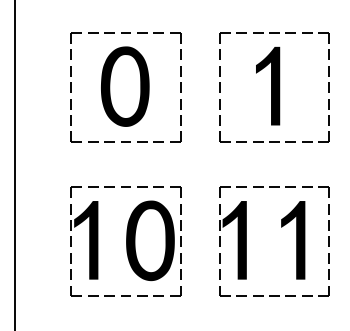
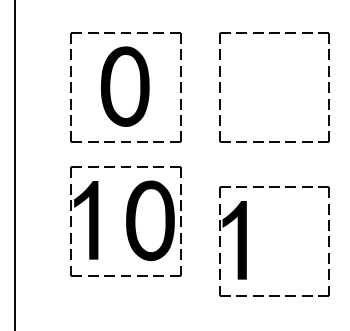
fill at (267, 85): present -> none
part at (293, 240): present -> none
part at (125, 241) position: (125, 241) -> (125, 221)
